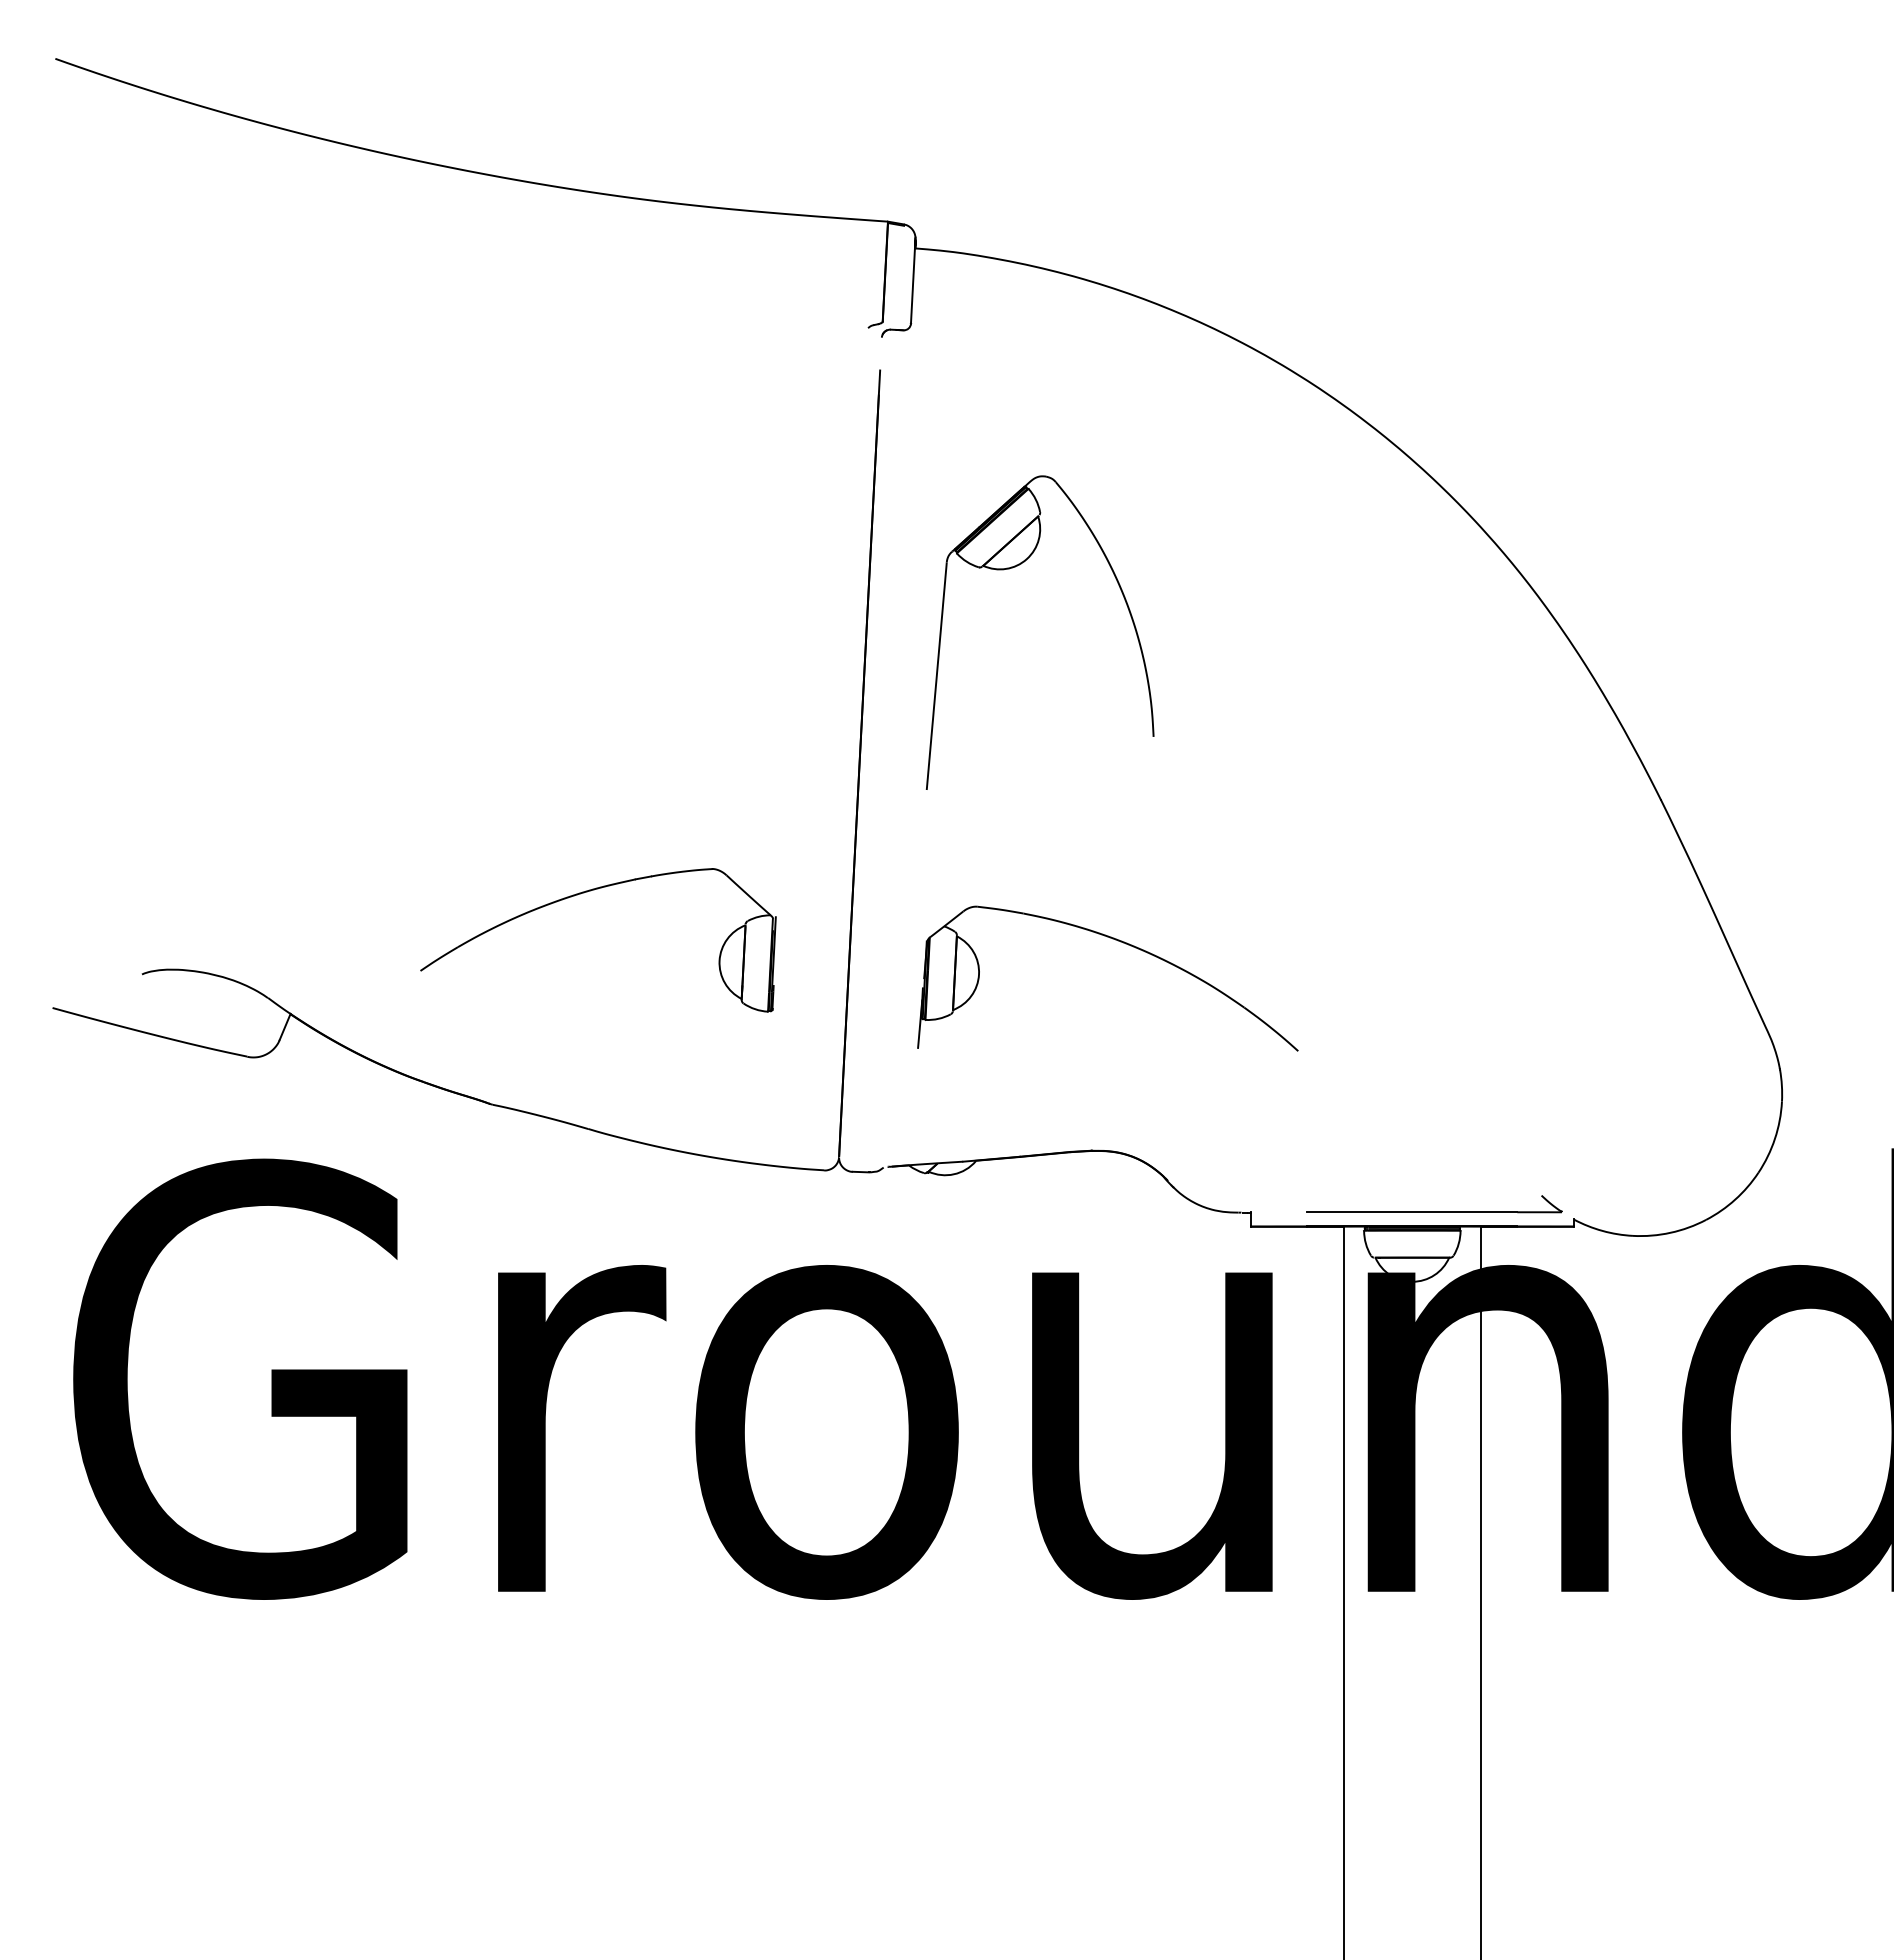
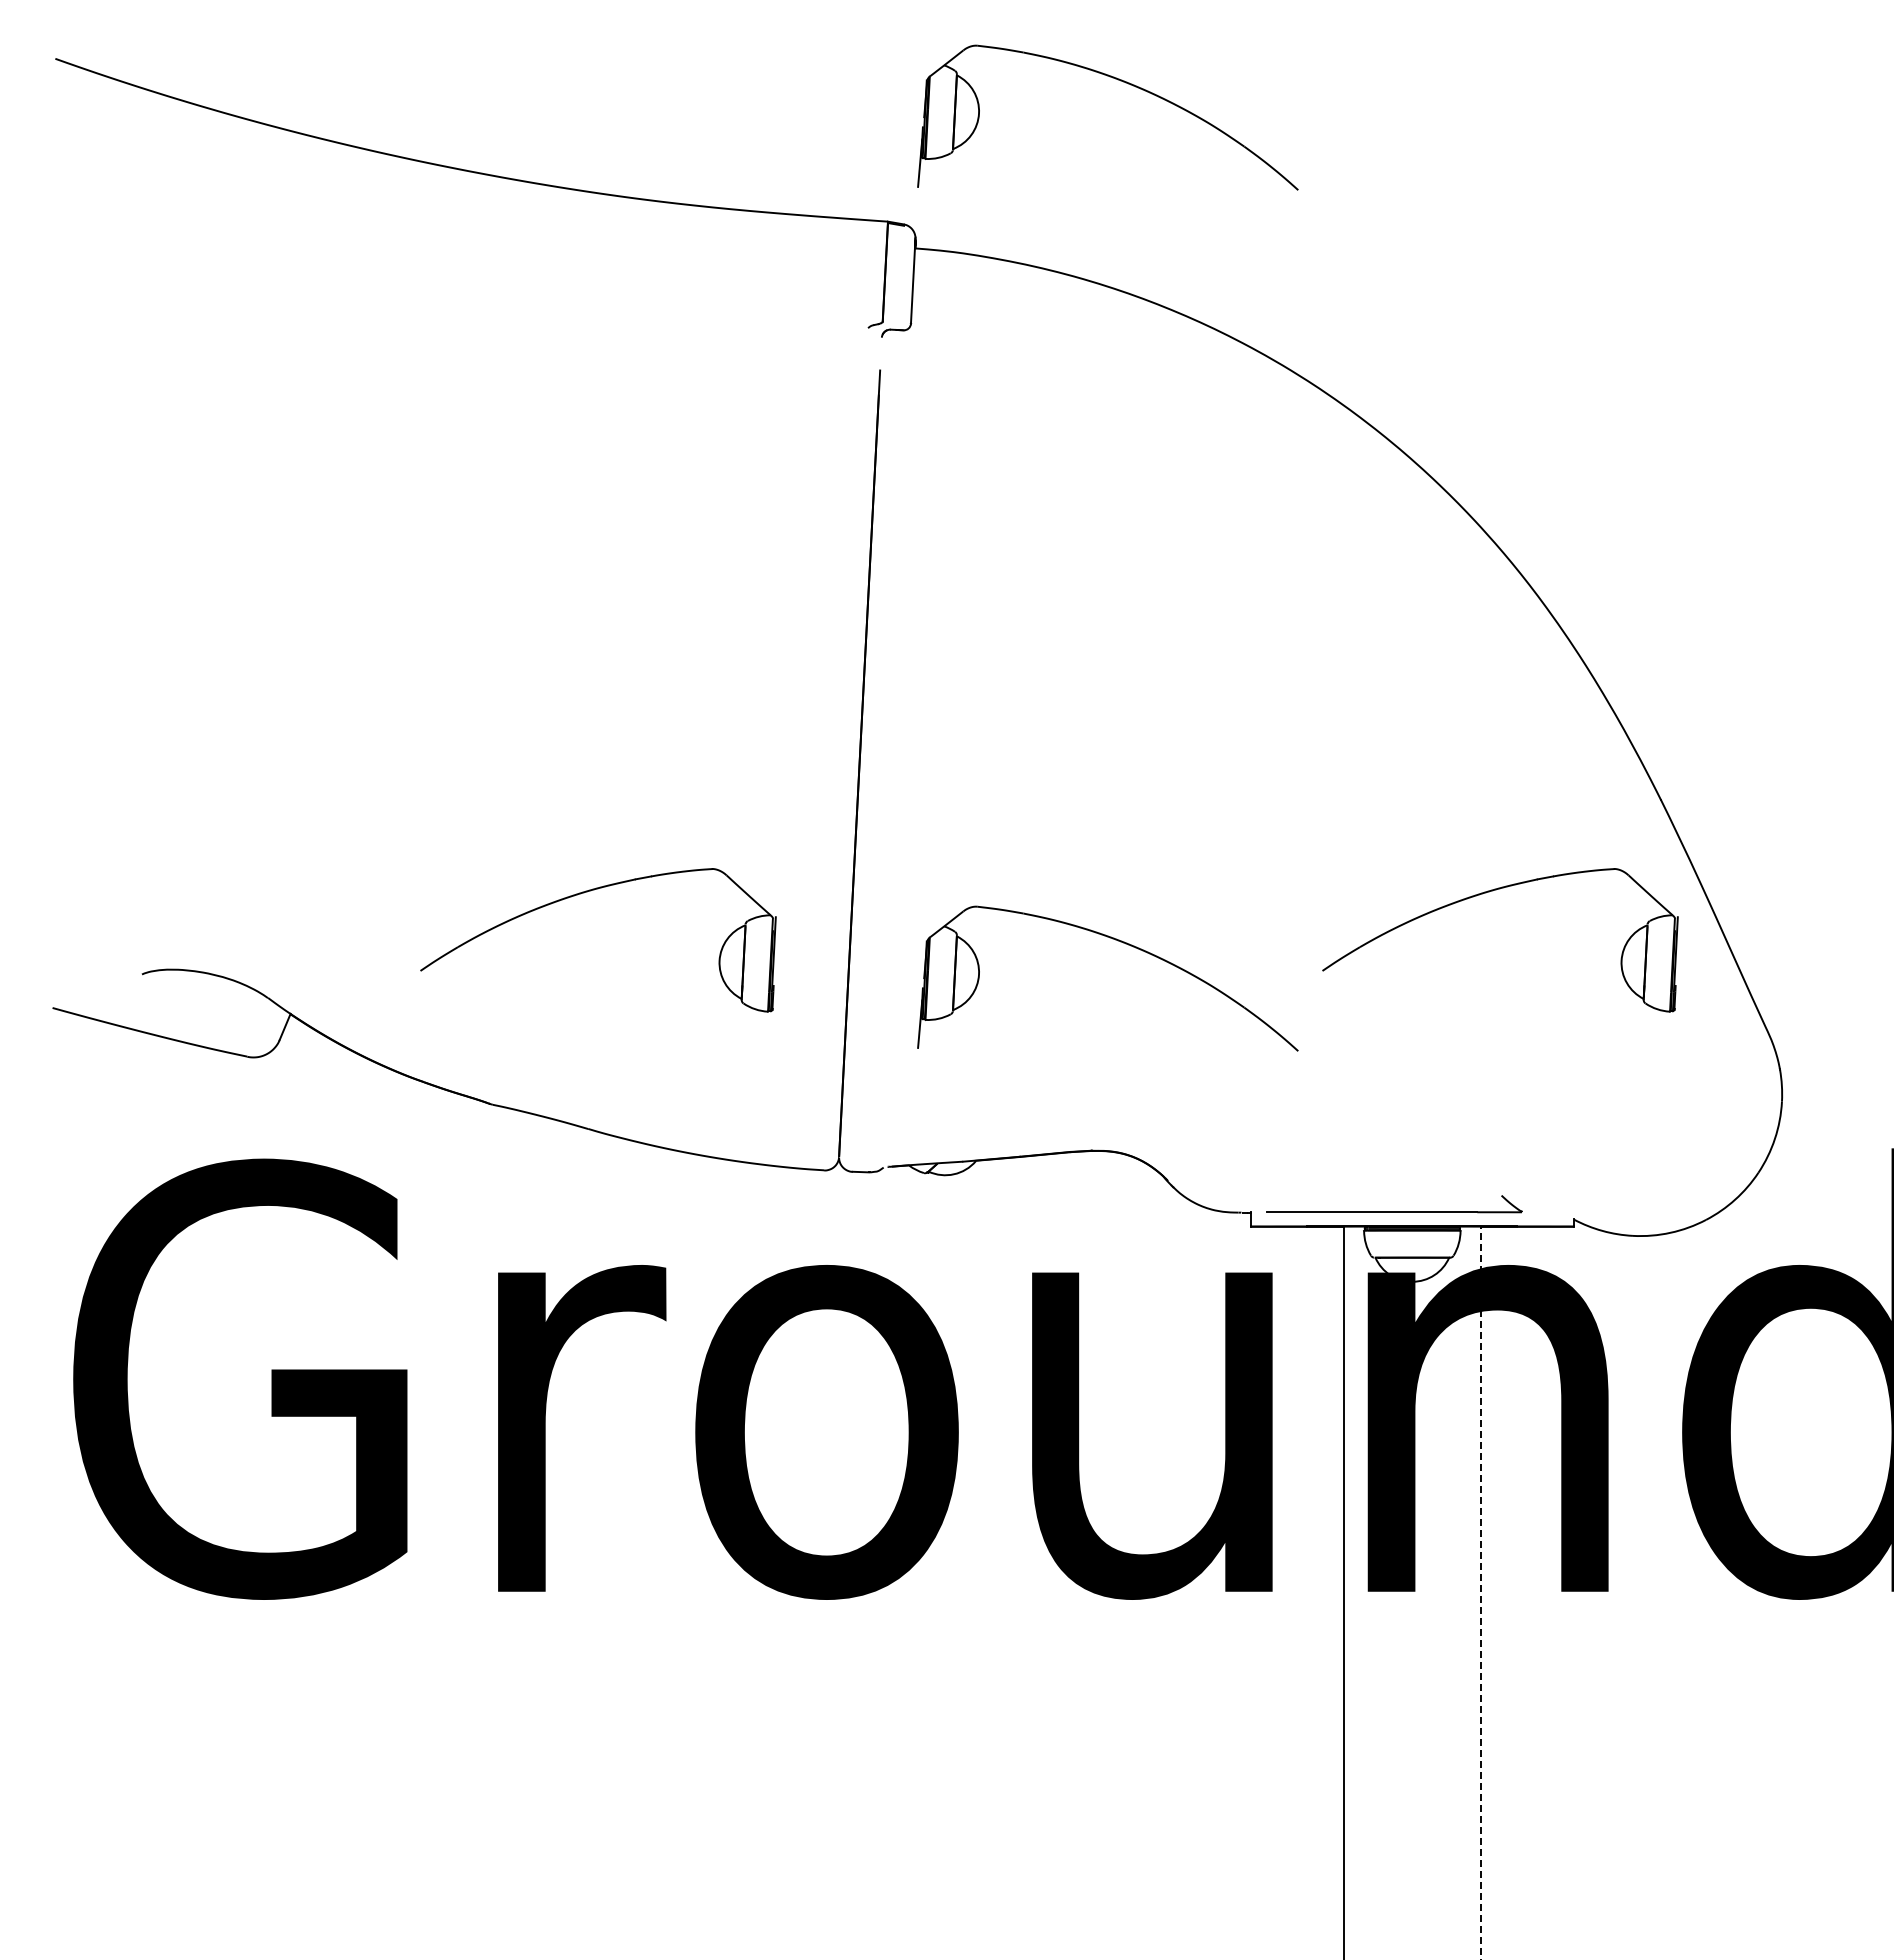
part at (1120, 81): none -> present
part at (1015, 567): present -> none
part at (1486, 893): none -> present
part at (1434, 1211) position: (1434, 1211) -> (1394, 1211)
line at (1480, 1592): solid -> dashed
